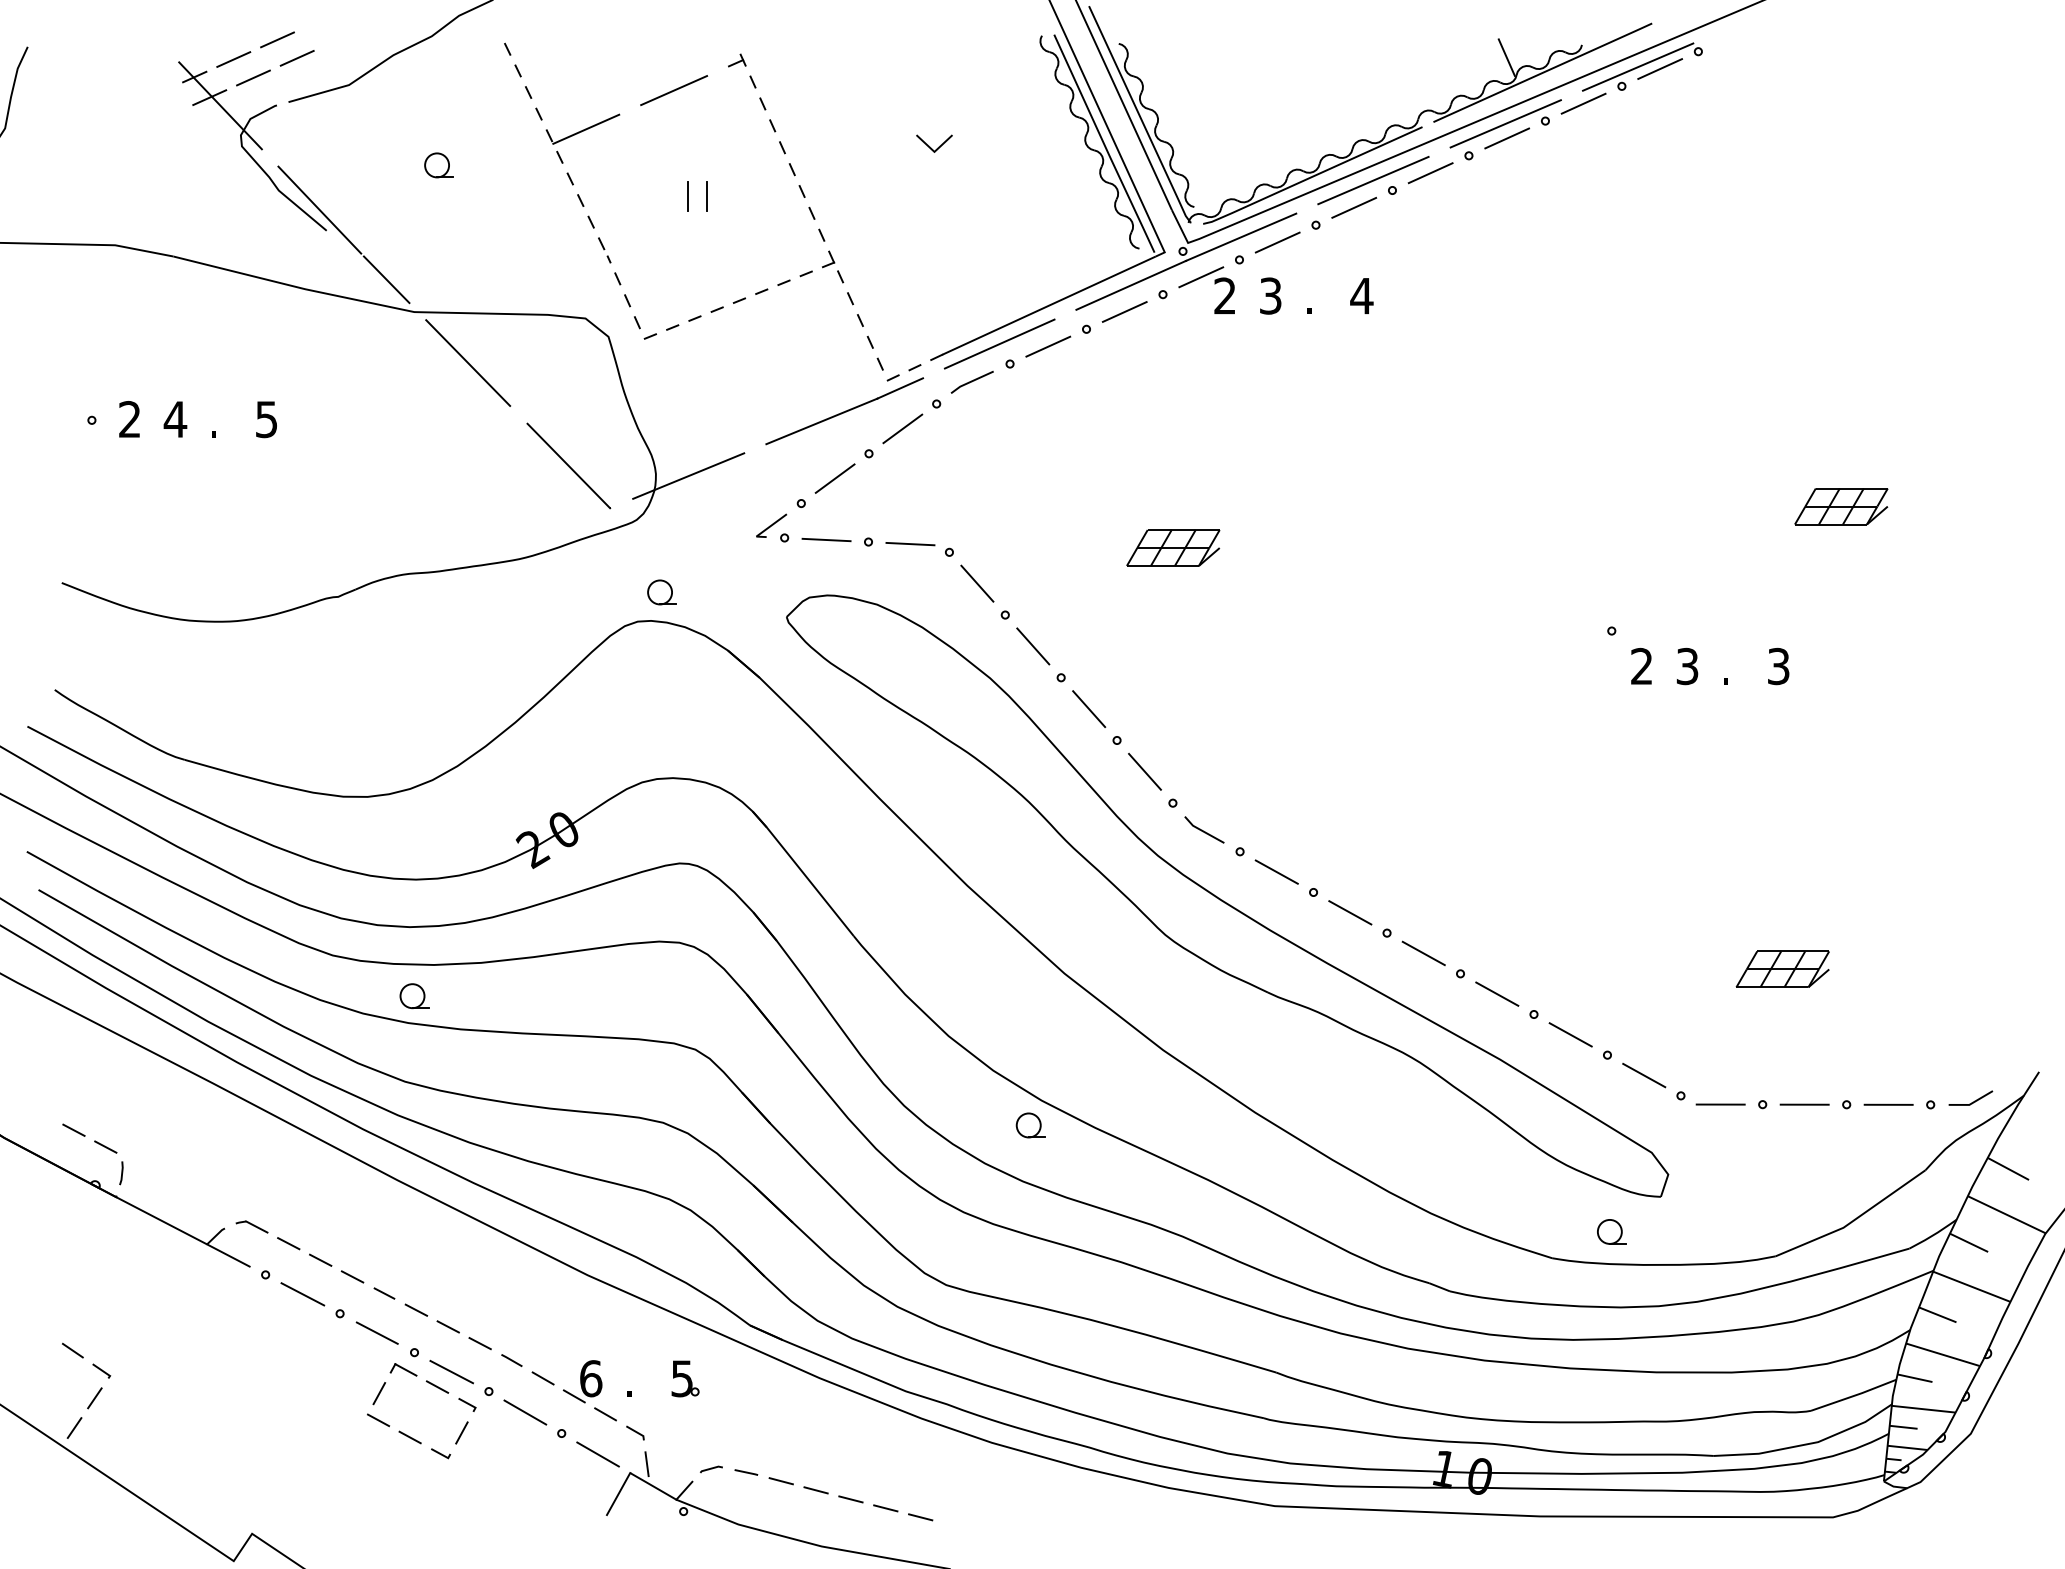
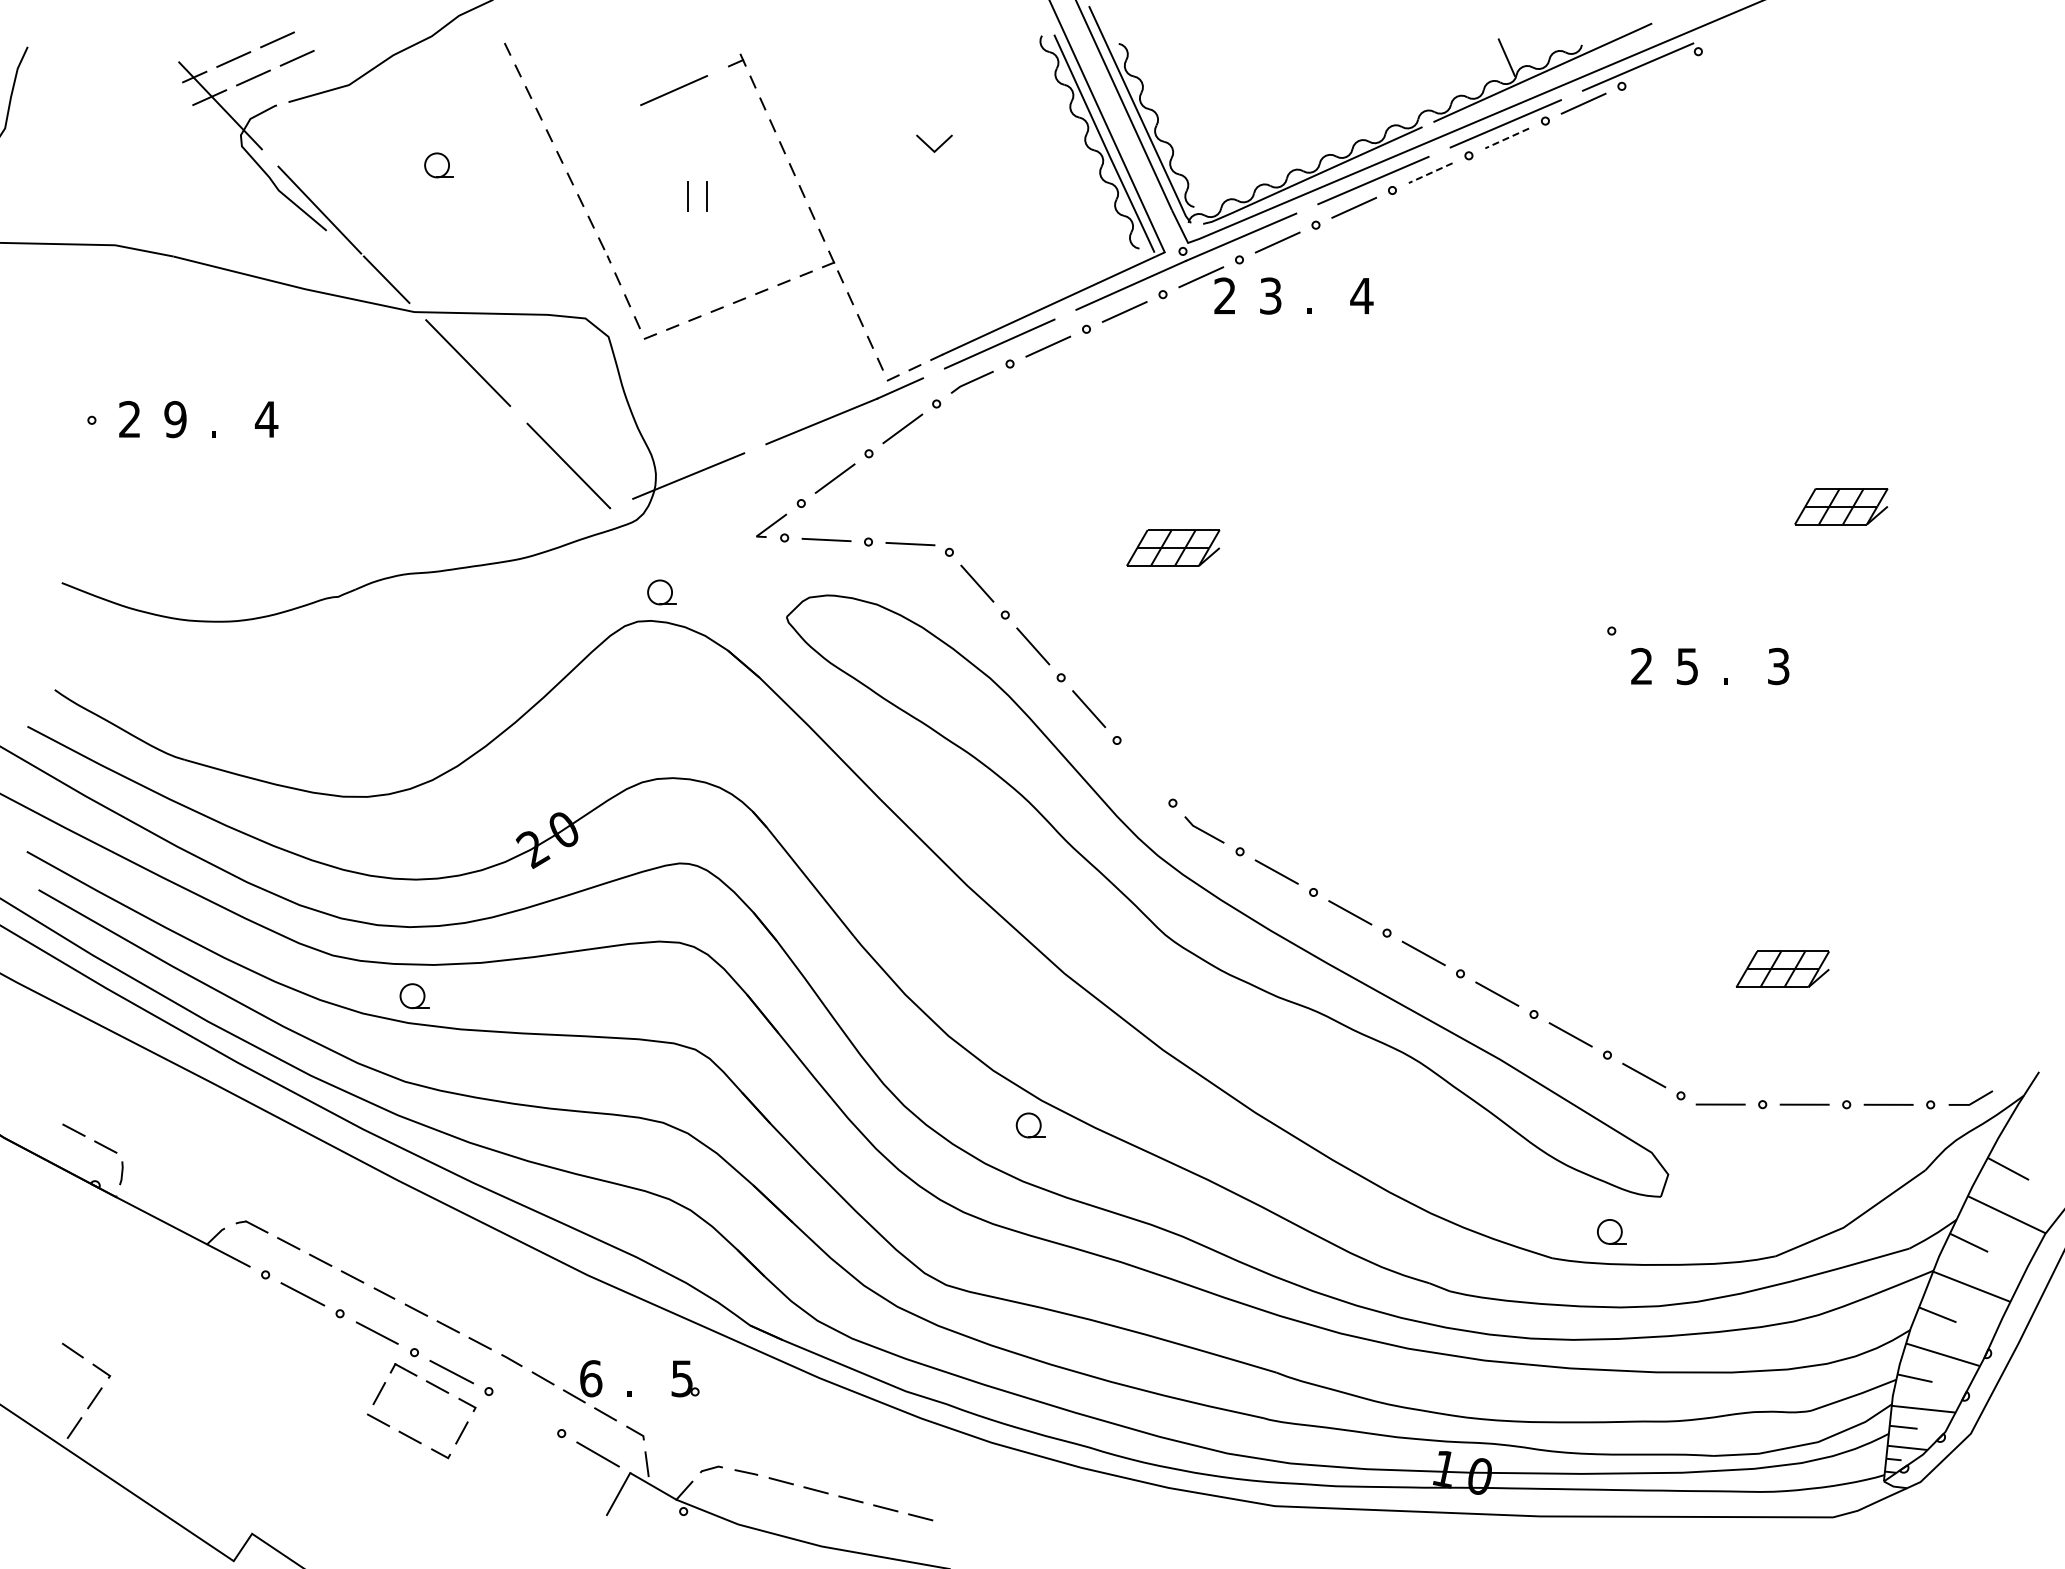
line at (1660, 68): present -> none
line at (586, 128): present -> none
line at (1507, 138): solid -> dashed
line at (1430, 173): solid -> dashed
text at (175, 419): 4 -> 9
text at (266, 419): 5 -> 4
text at (1687, 665): 3 -> 5
line at (1144, 771): present -> none
line at (525, 1412): present -> none
